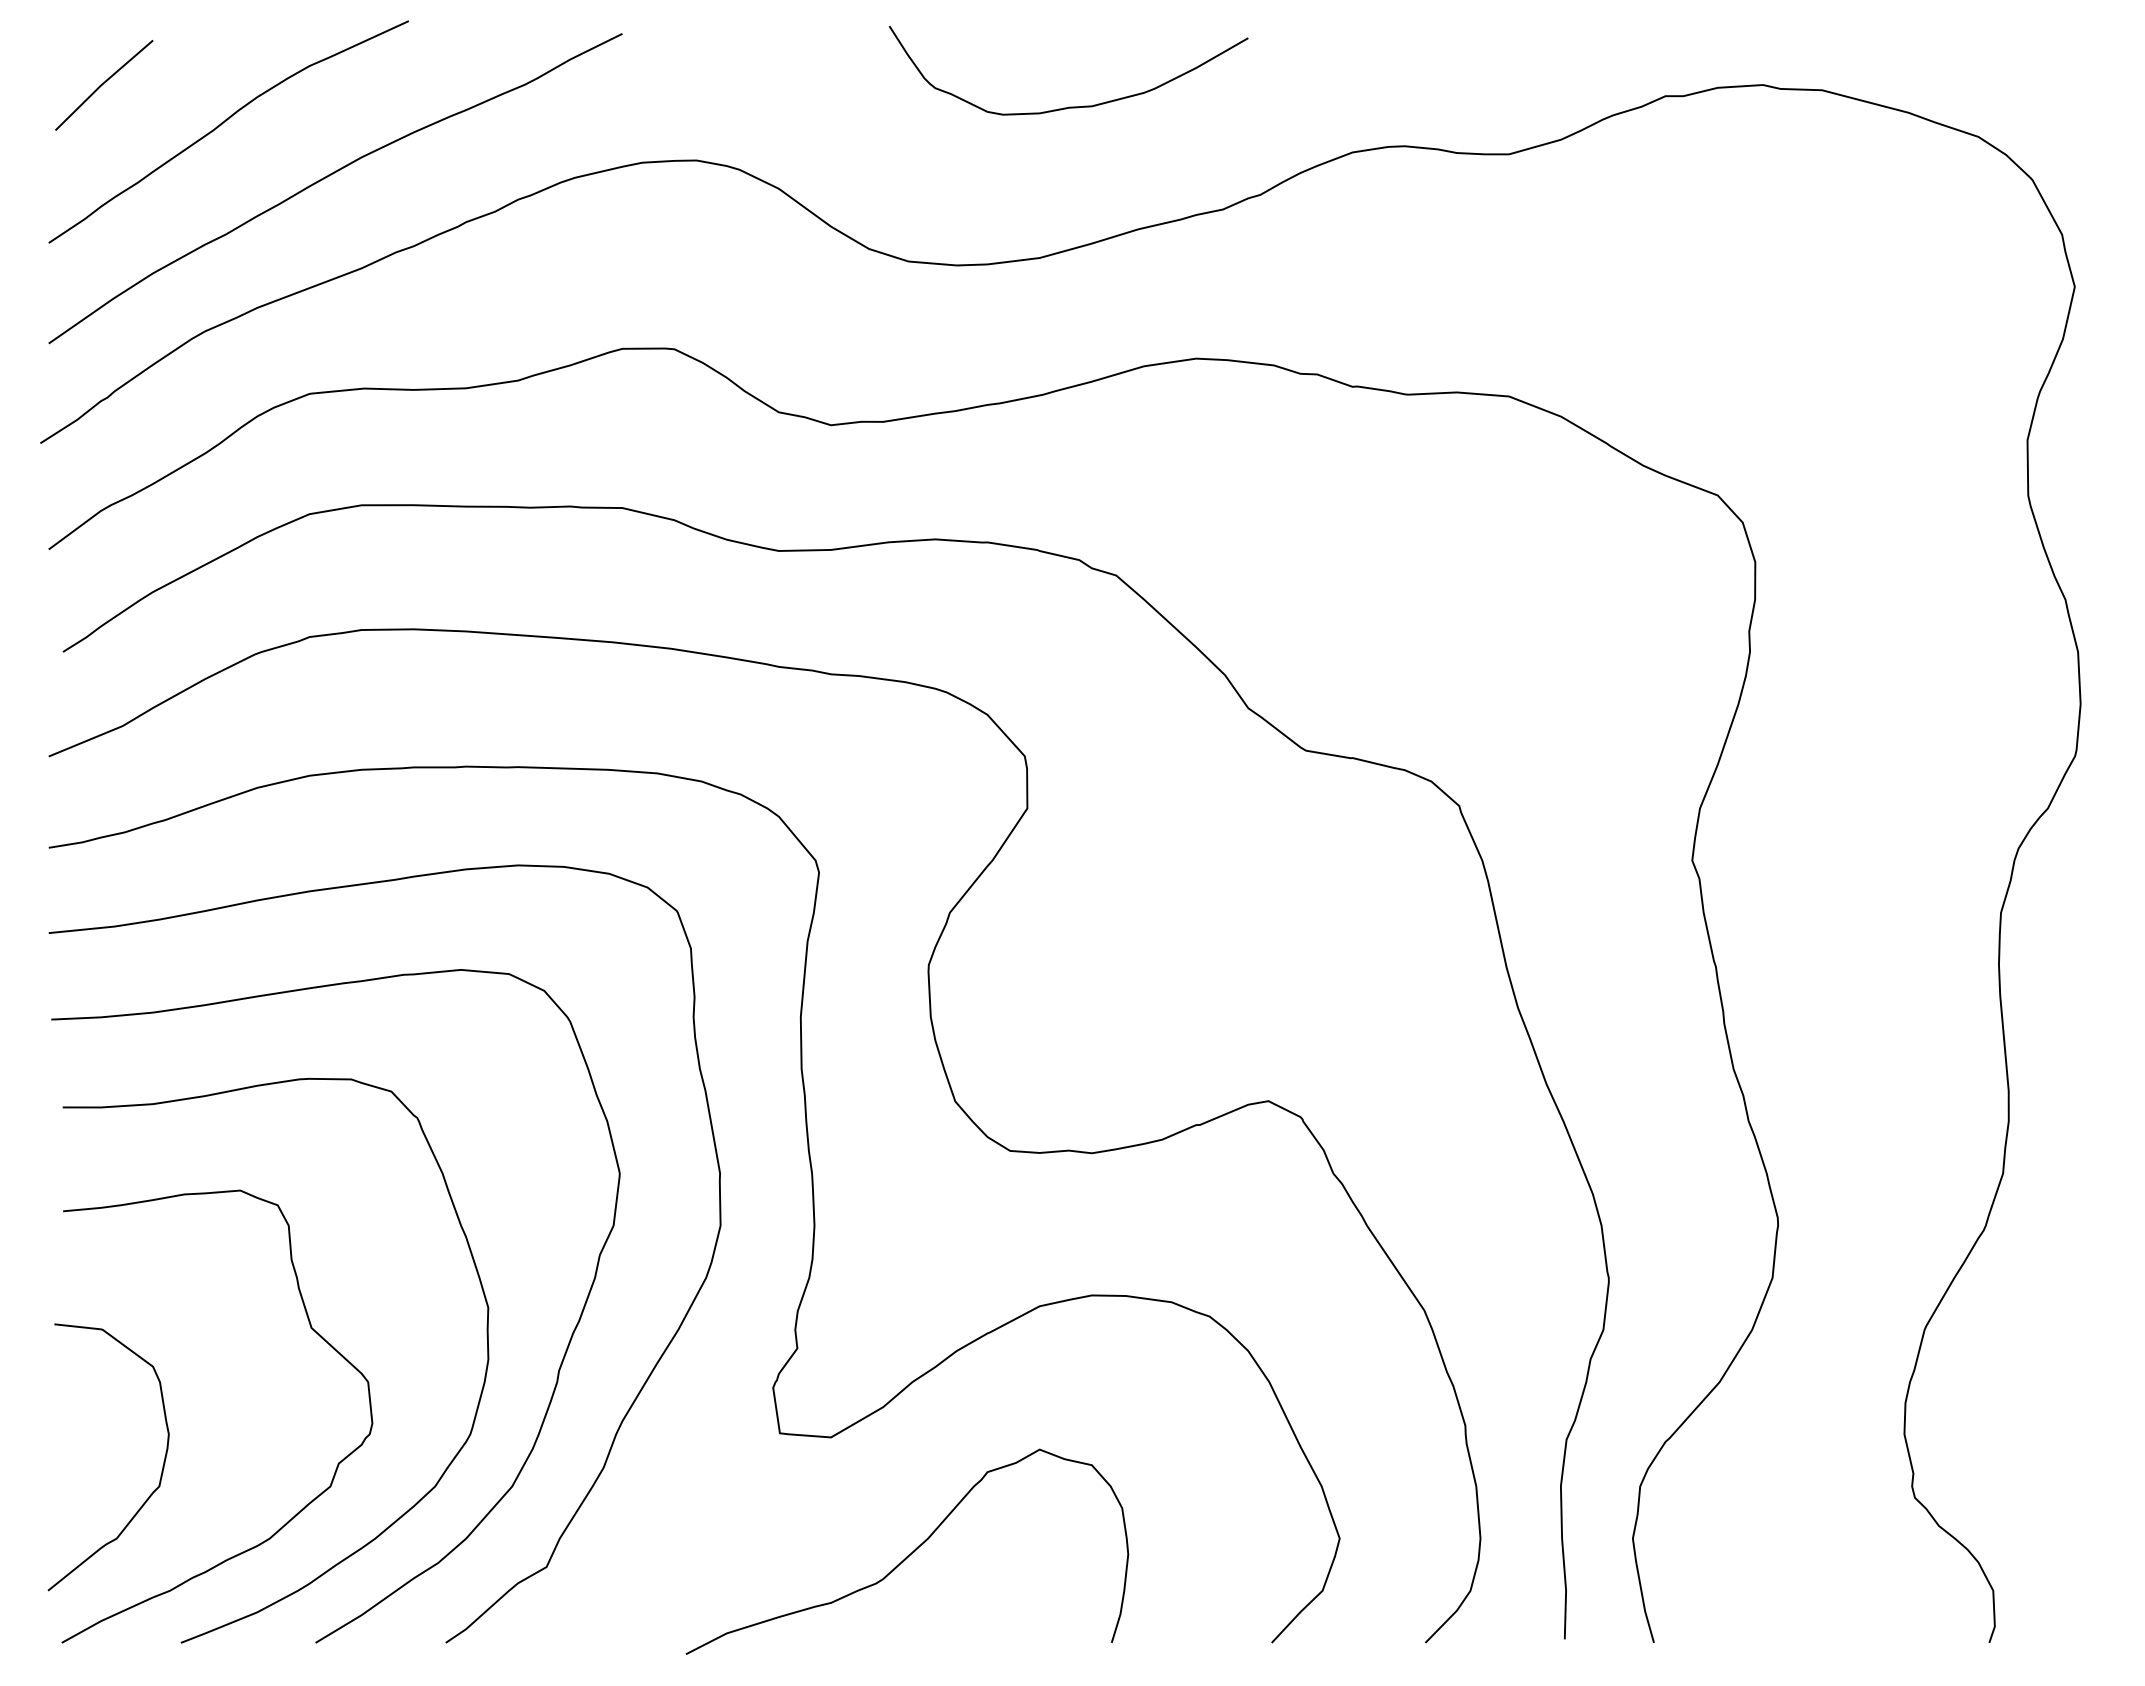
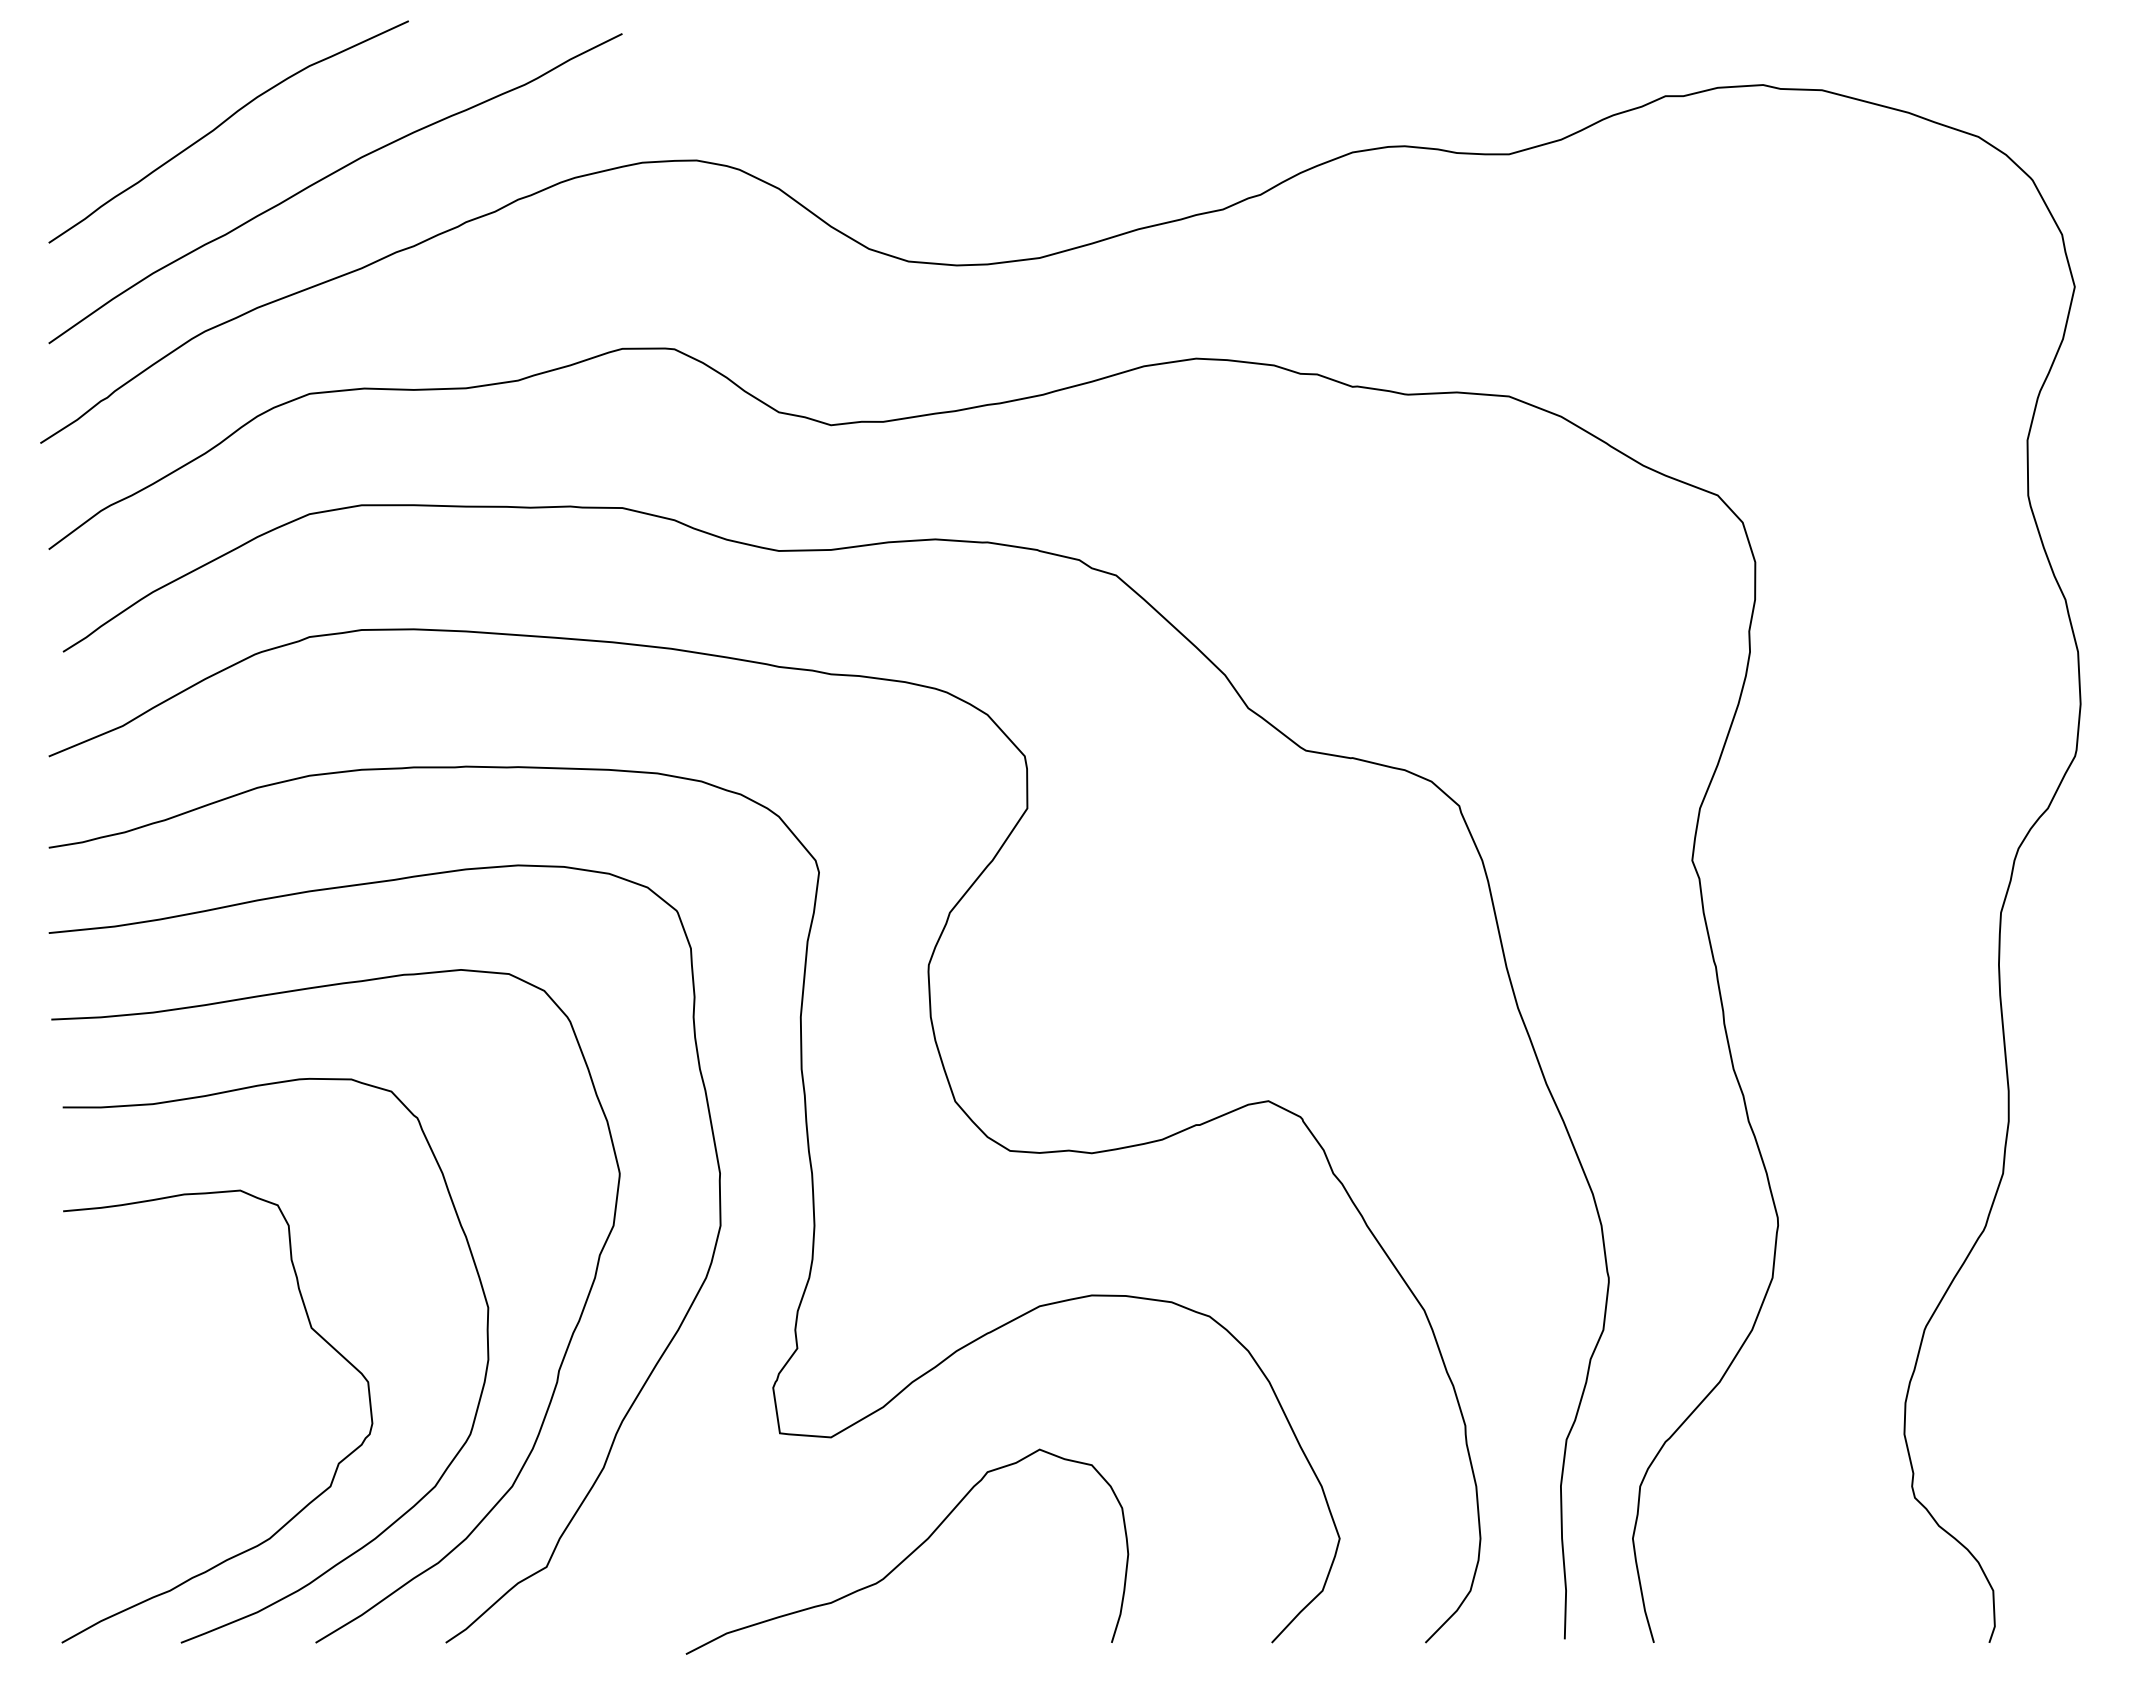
line at (103, 84): present -> none
curve at (1069, 106): present -> none
curve at (161, 1470): present -> none
